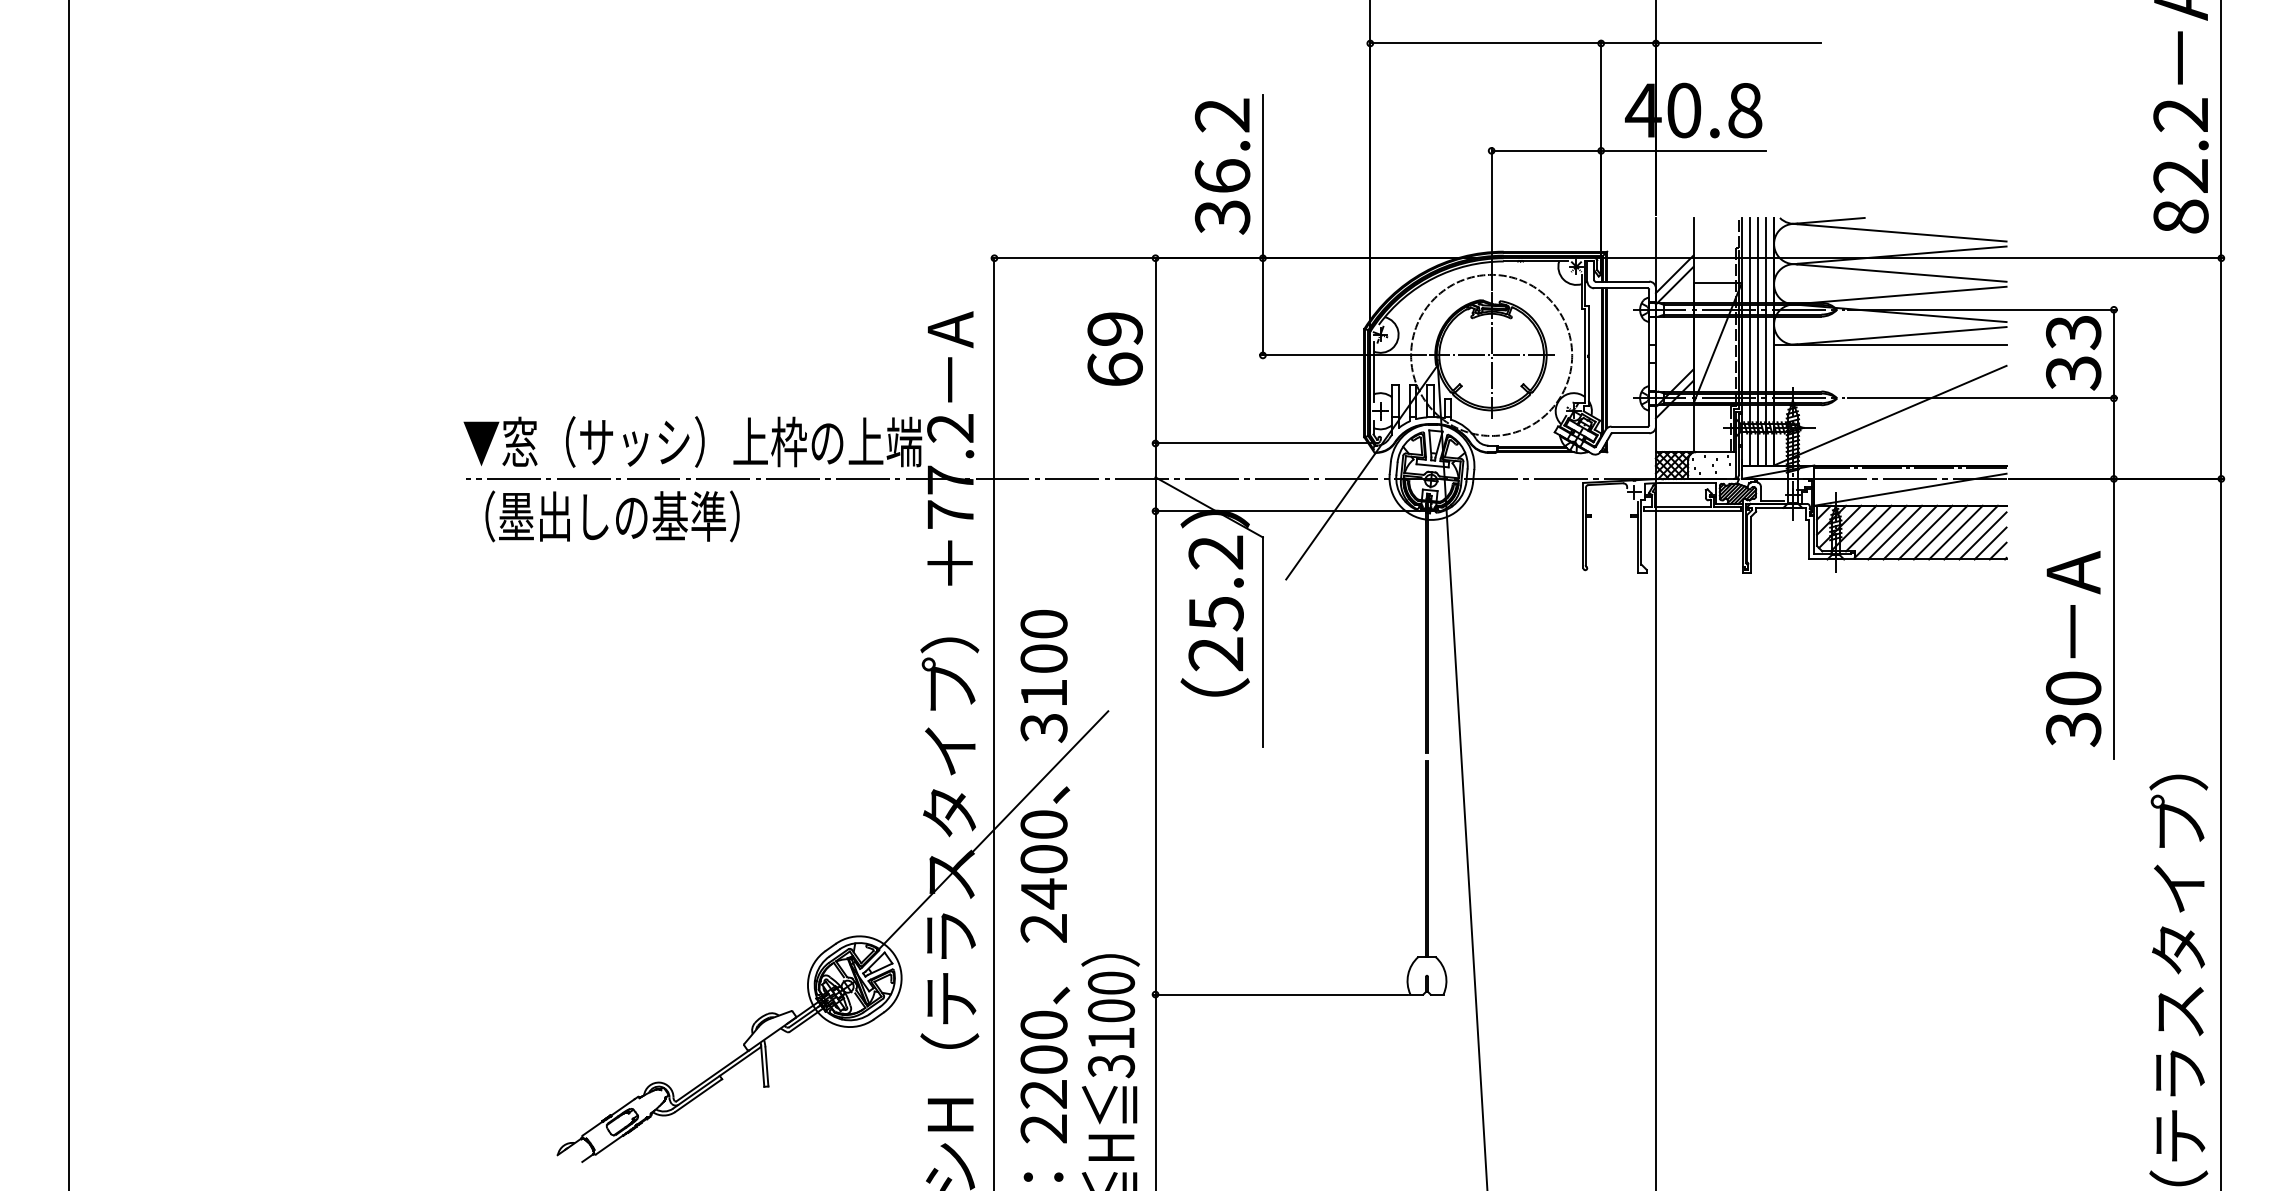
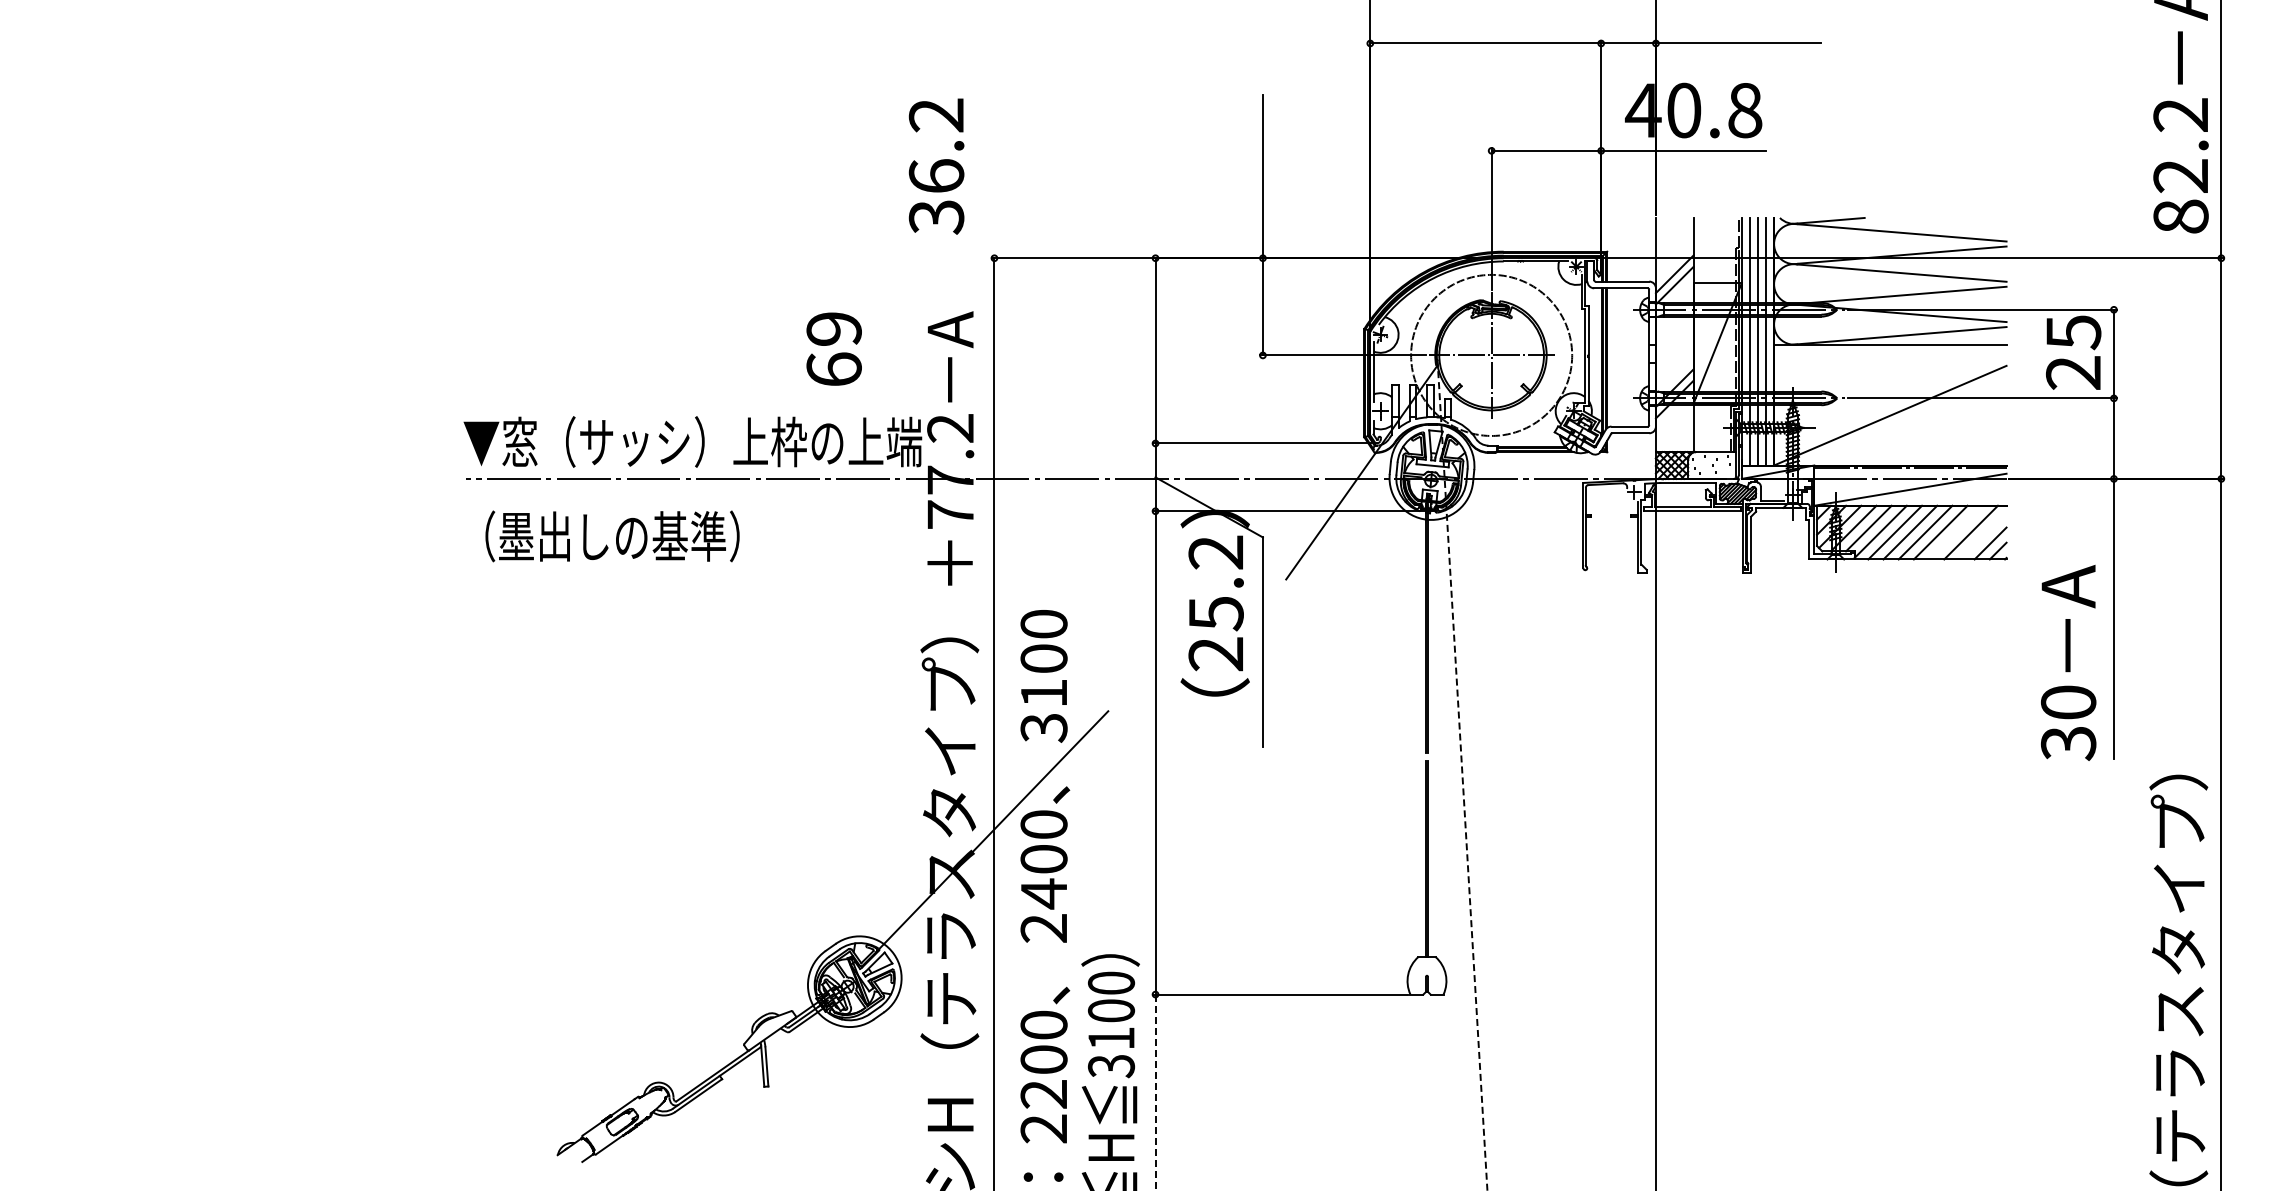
text at (1222, 166) position: (1222, 166) -> (936, 166)
text at (1114, 348) position: (1114, 348) -> (833, 348)
text at (2073, 352): 33 -> 25
text at (612, 516) position: (612, 516) -> (612, 536)
line at (1955, 532): present -> none
line at (1982, 535): present -> none
line at (68, 594): present -> none
text at (2073, 648) position: (2073, 648) -> (2068, 662)
line at (1462, 775): solid -> dashed
line at (1155, 1092): solid -> dashed
